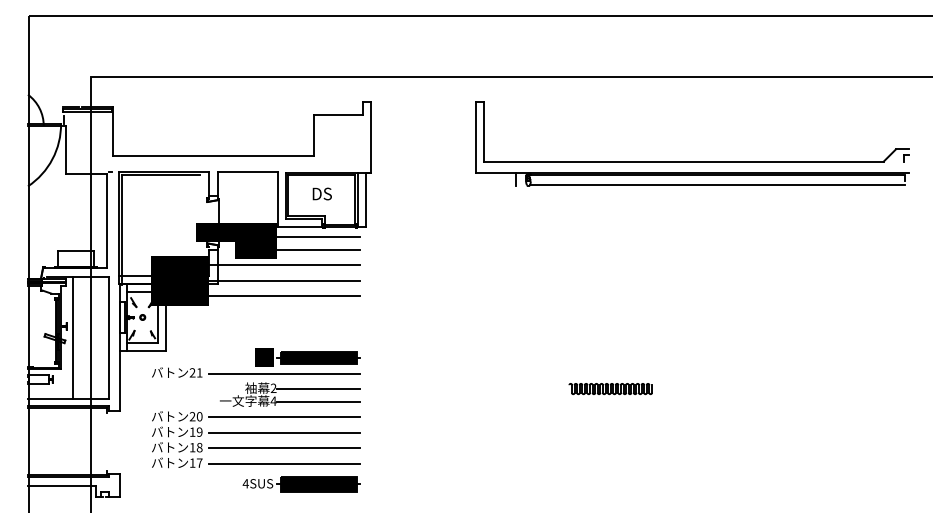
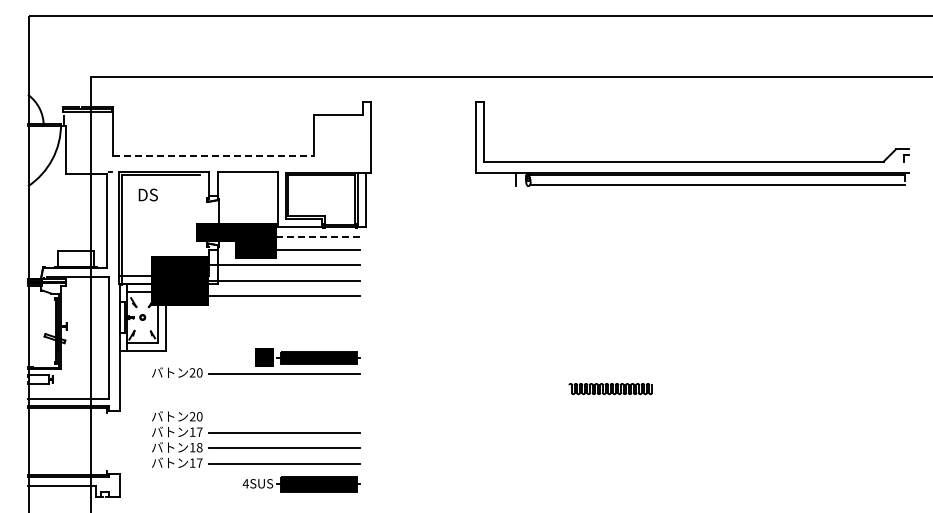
line at (214, 156): solid -> dashed
text at (321, 193) position: (321, 193) -> (147, 194)
line at (318, 236): solid -> dashed
line at (73, 337): present -> none
text at (199, 372): 21 -> 20
part at (290, 394): present -> none
line at (284, 417): present -> none
text at (199, 431): 19 -> 17
